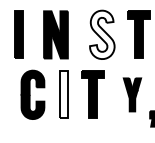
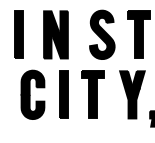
fill at (102, 34): none -> present
fill at (63, 94): none -> present
part at (132, 94) size: 21x36 px -> 27x50 px
